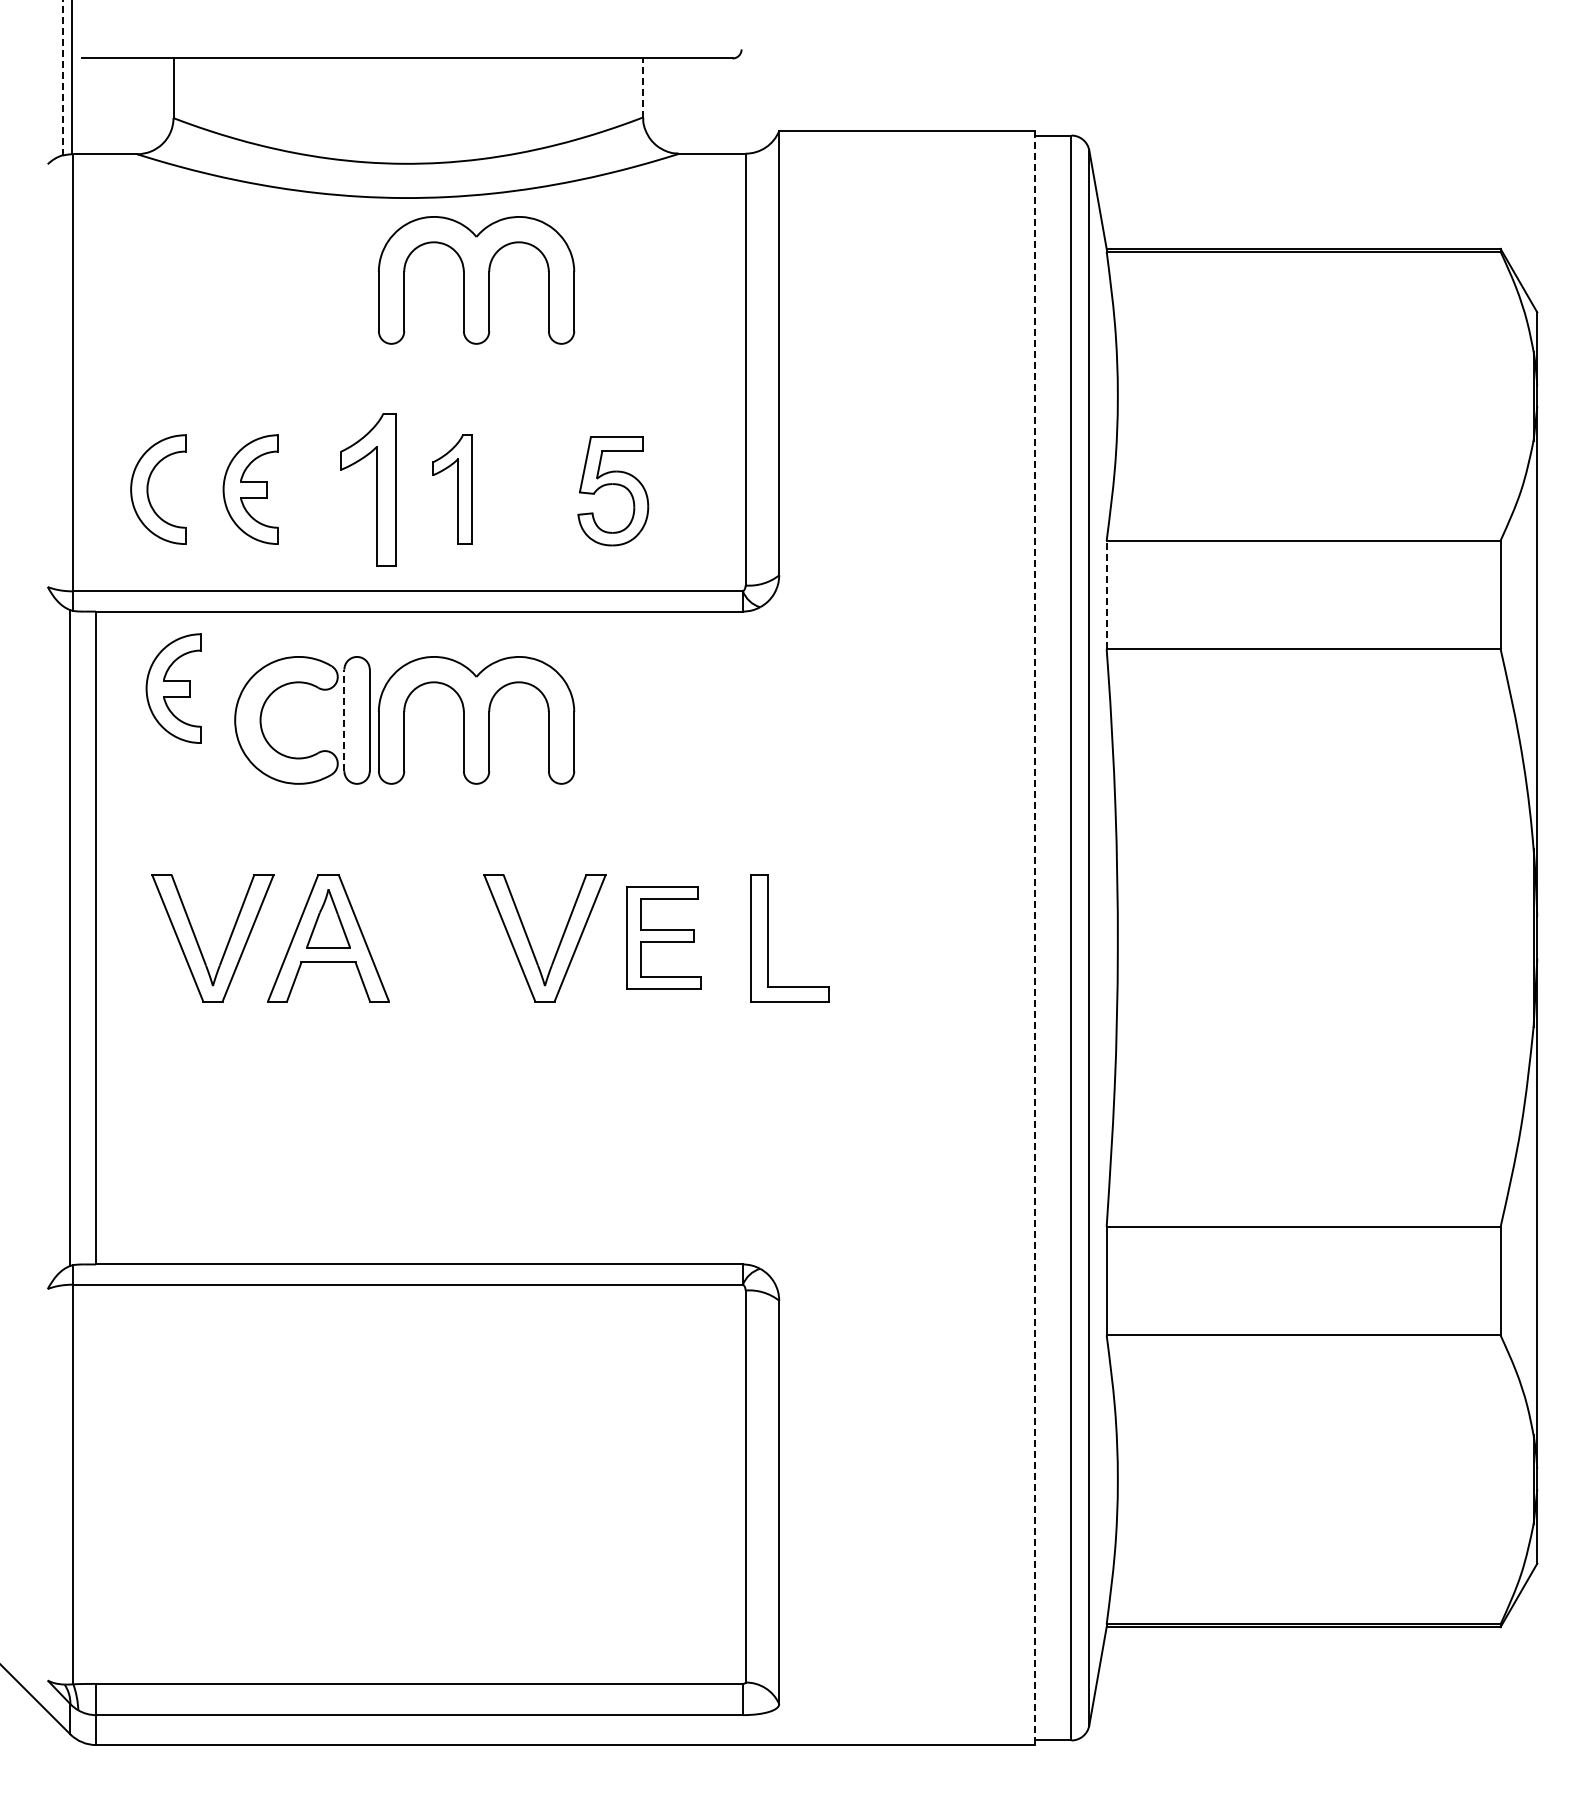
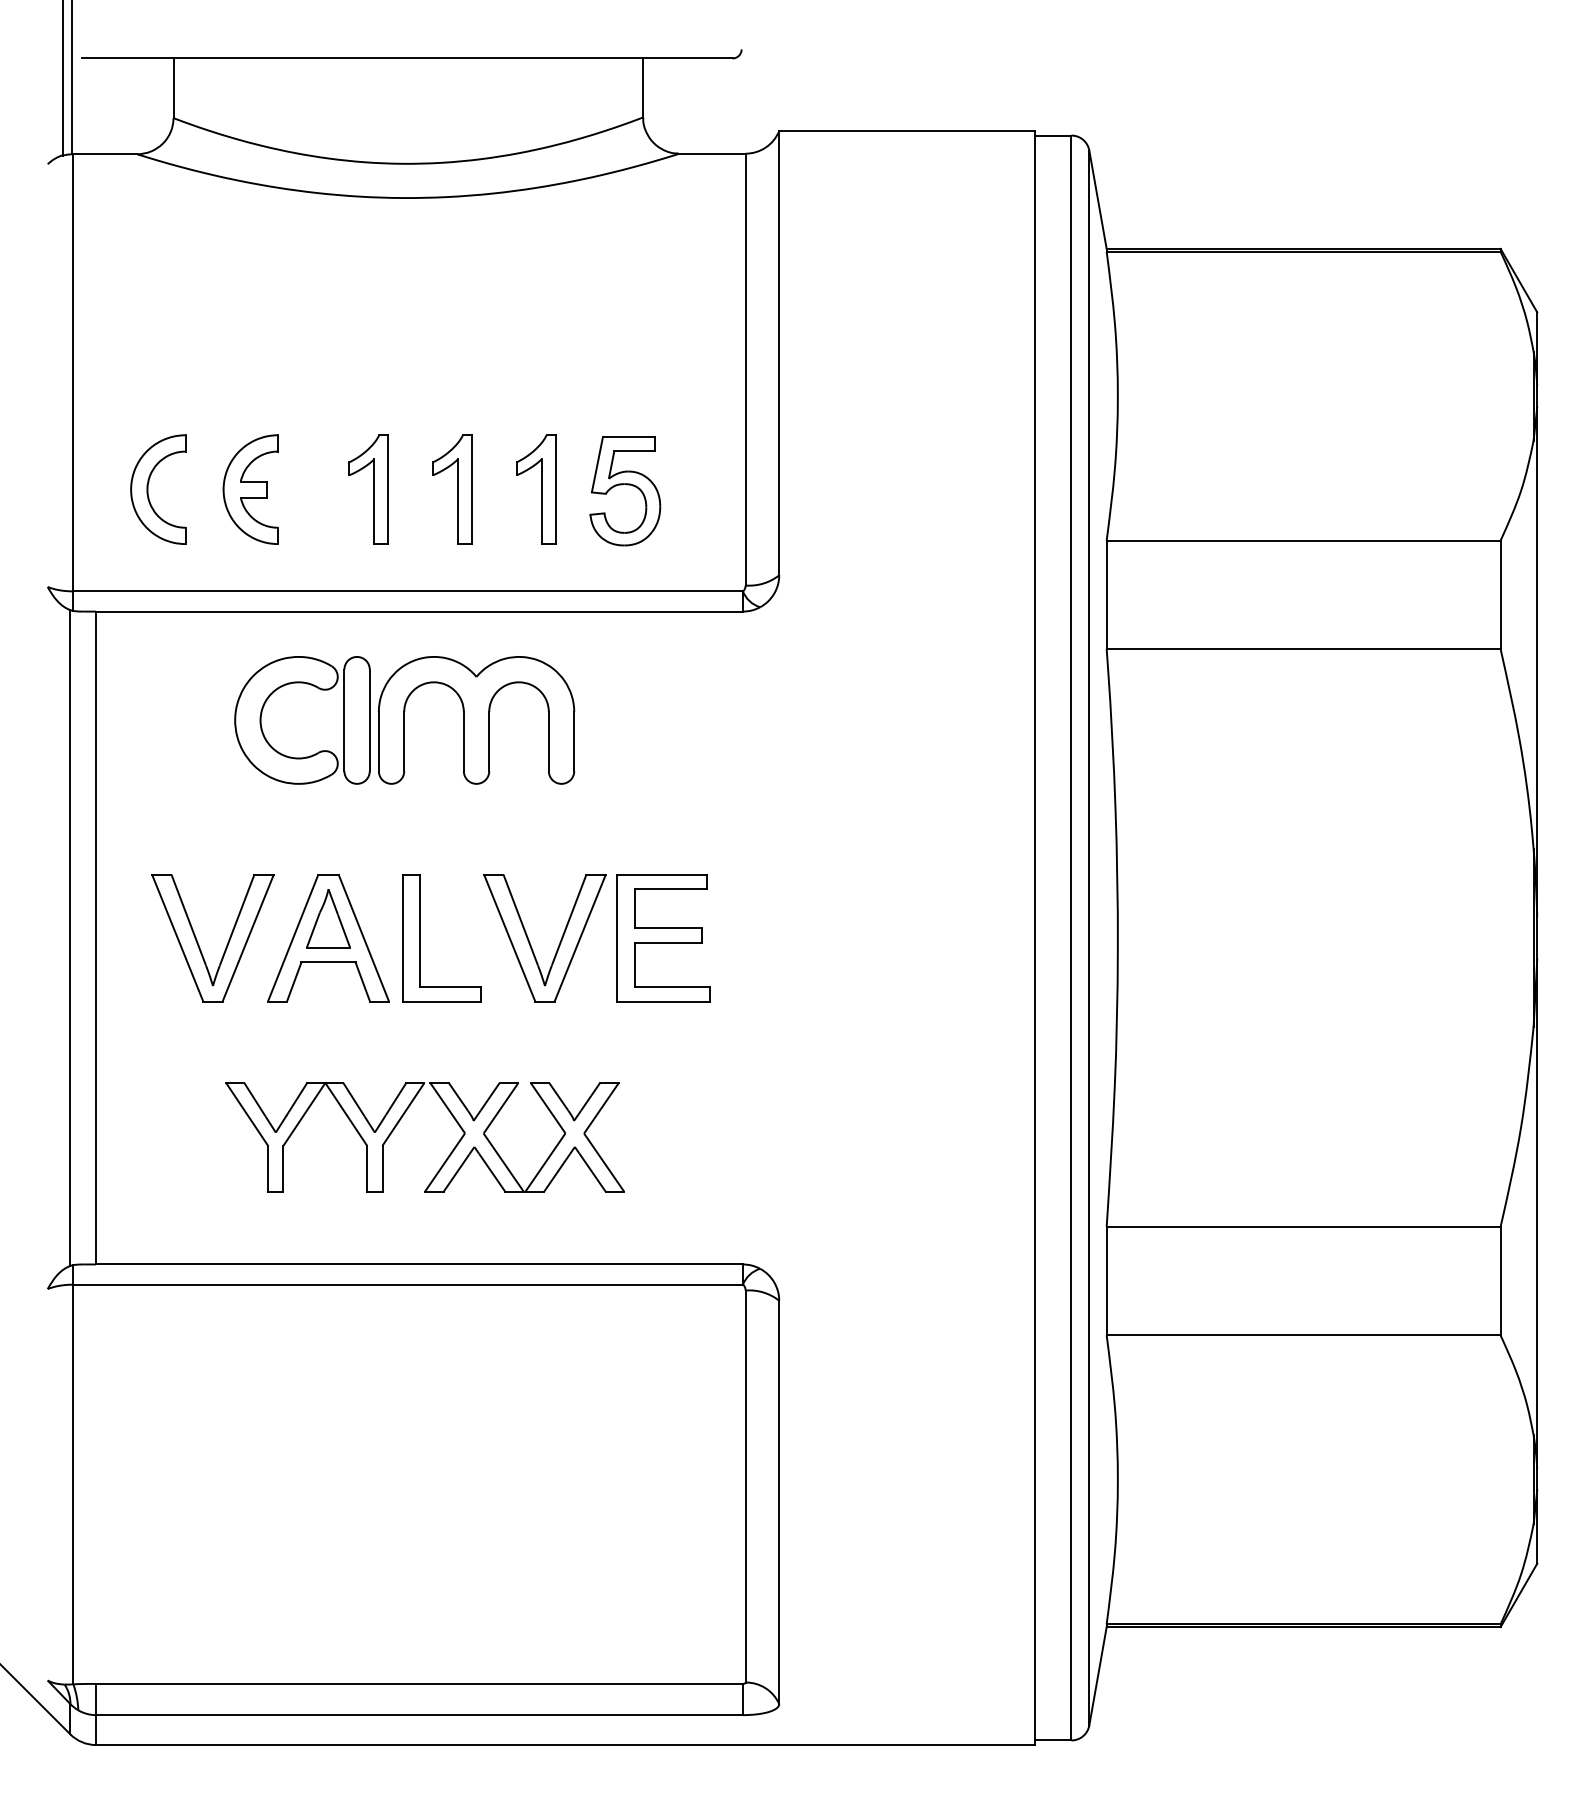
line at (62, 77): dashed -> solid
line at (643, 88): dashed -> solid
part at (476, 280): present -> none
part at (615, 485) position: (615, 485) -> (627, 485)
part at (368, 489) size: 57x154 px -> 41x111 px
part at (536, 489): none -> present
line at (1106, 594): dashed -> solid
part at (173, 688): present -> none
line at (344, 720): dashed -> solid
part at (663, 937) size: 76x104 px -> 95x129 px
part at (768, 938) position: (768, 938) -> (420, 938)
line at (1034, 938): dashed -> solid
part at (399, 1122): none -> present
